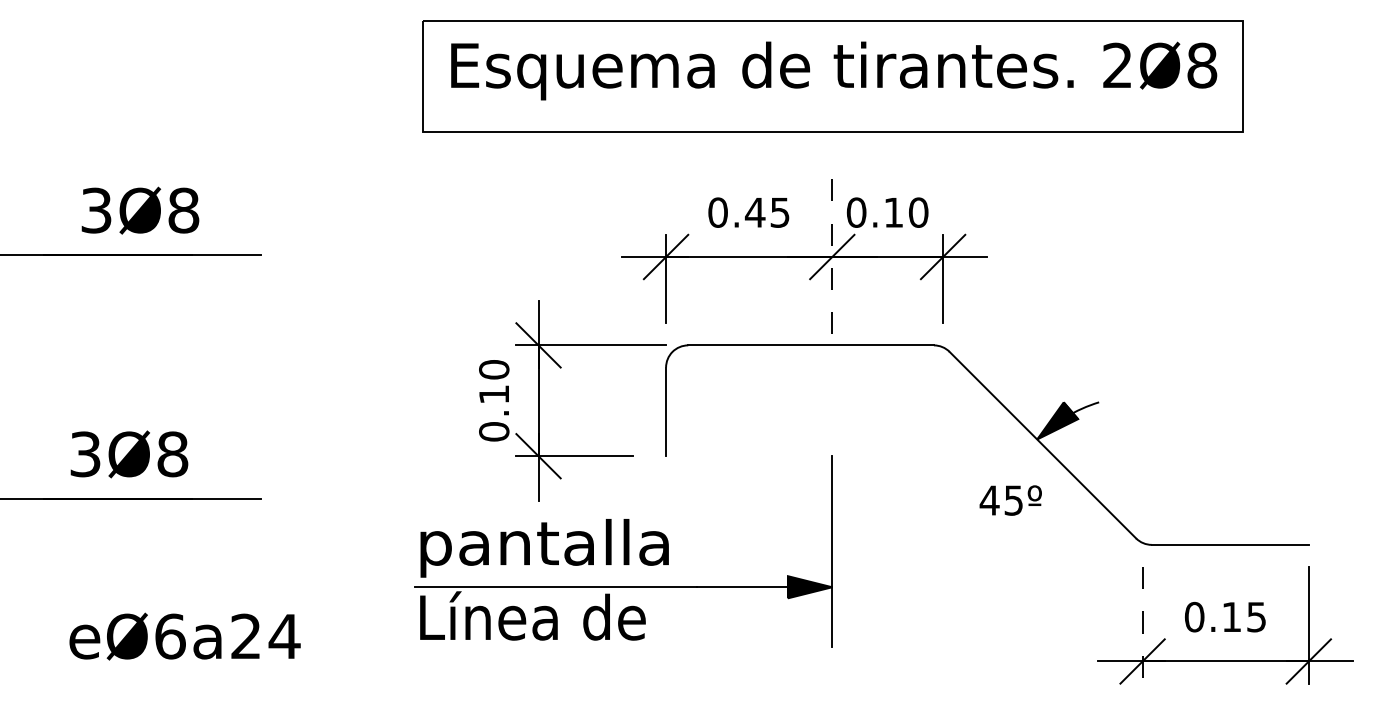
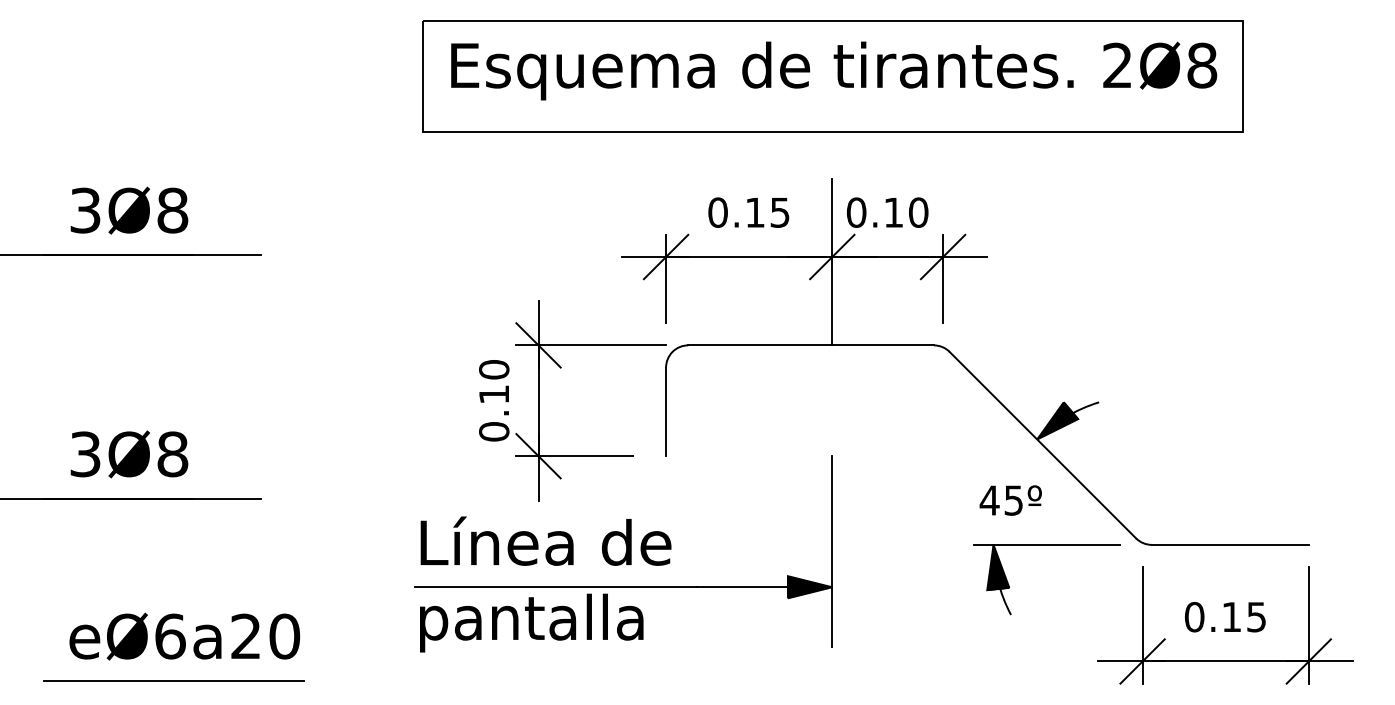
text at (140, 210) position: (140, 210) -> (129, 210)
text at (754, 212): 0.45 -> 0.15
line at (832, 262): dashed -> solid
part at (1046, 545): none -> present
text at (545, 546): pantalla -> Línea de
text at (532, 621): Línea de -> pantalla
line at (1142, 625): dashed -> solid
text at (284, 636): eØ6a24 -> eØ6a20
line at (173, 680): none -> present
